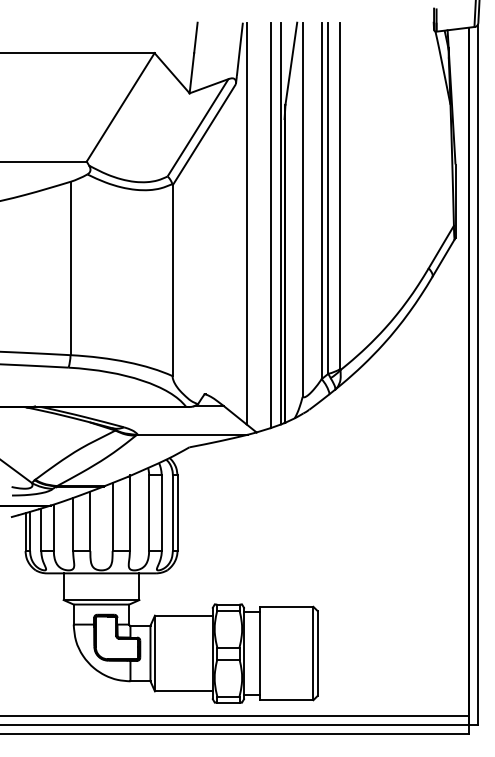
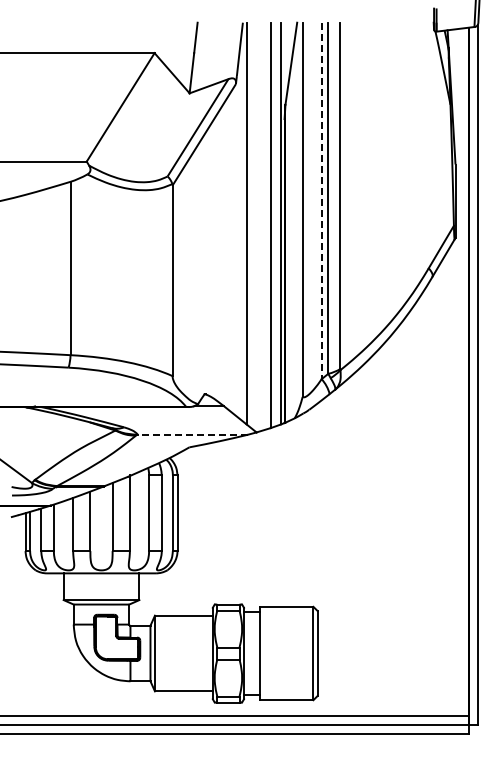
line at (321, 201): solid -> dashed
line at (192, 434): solid -> dashed
